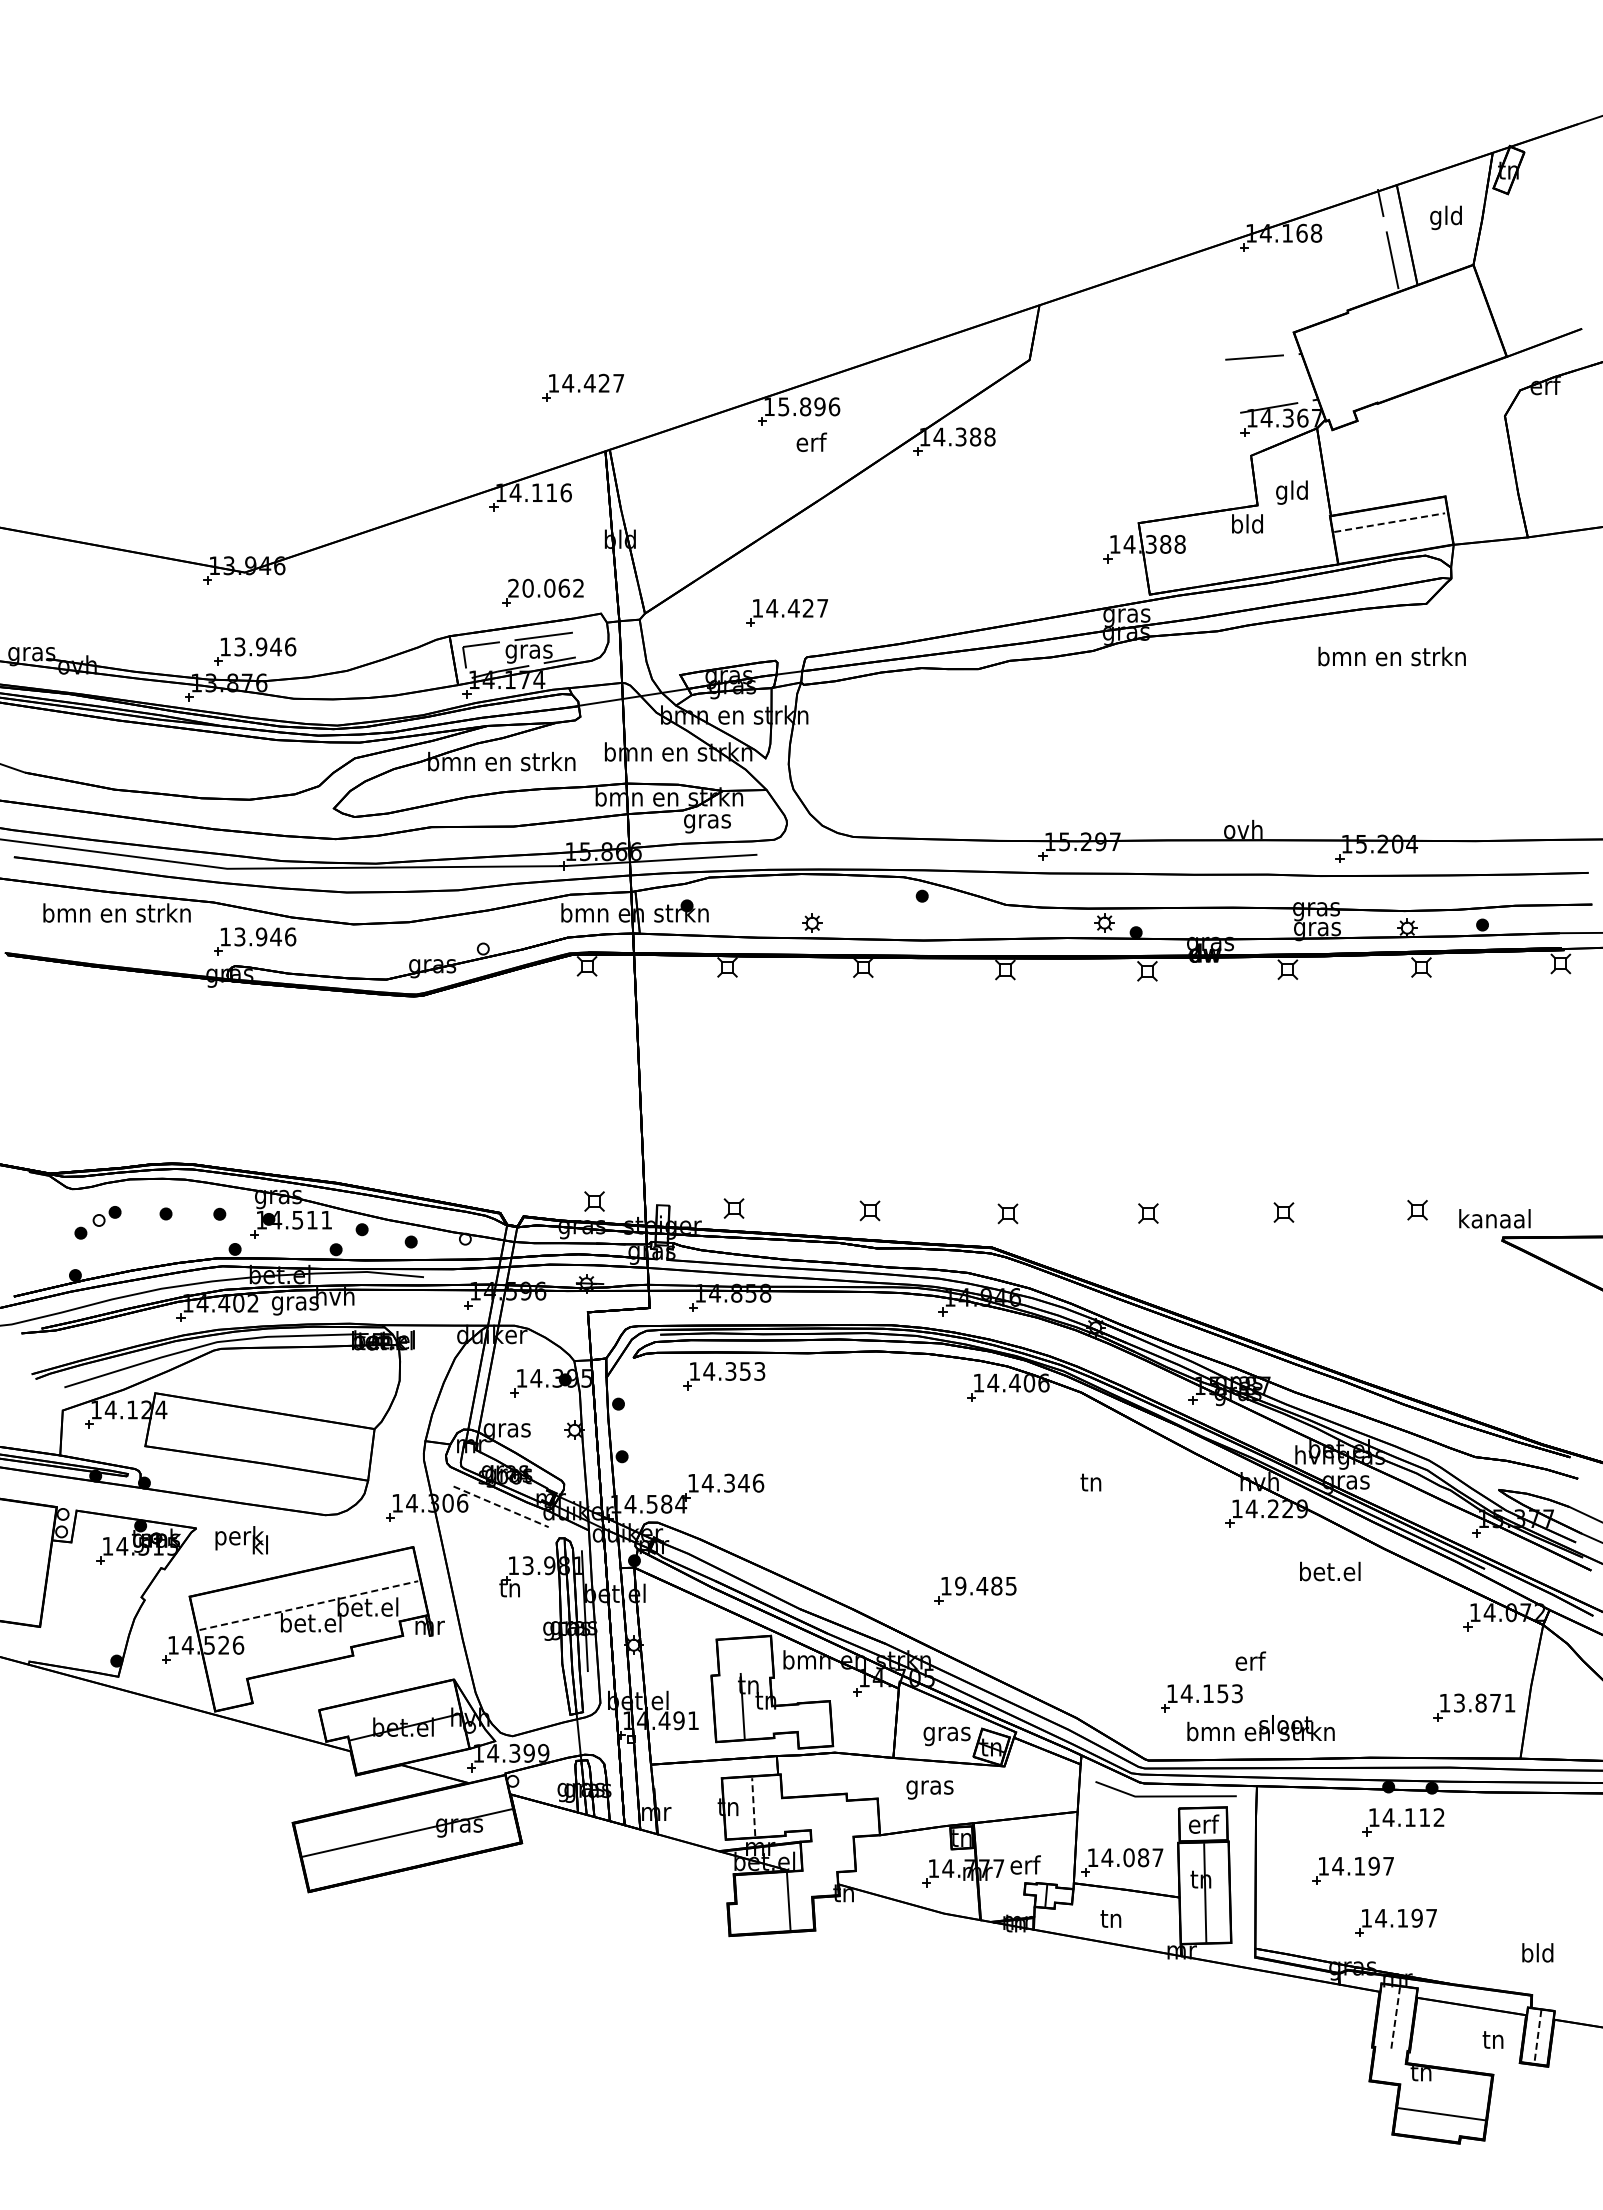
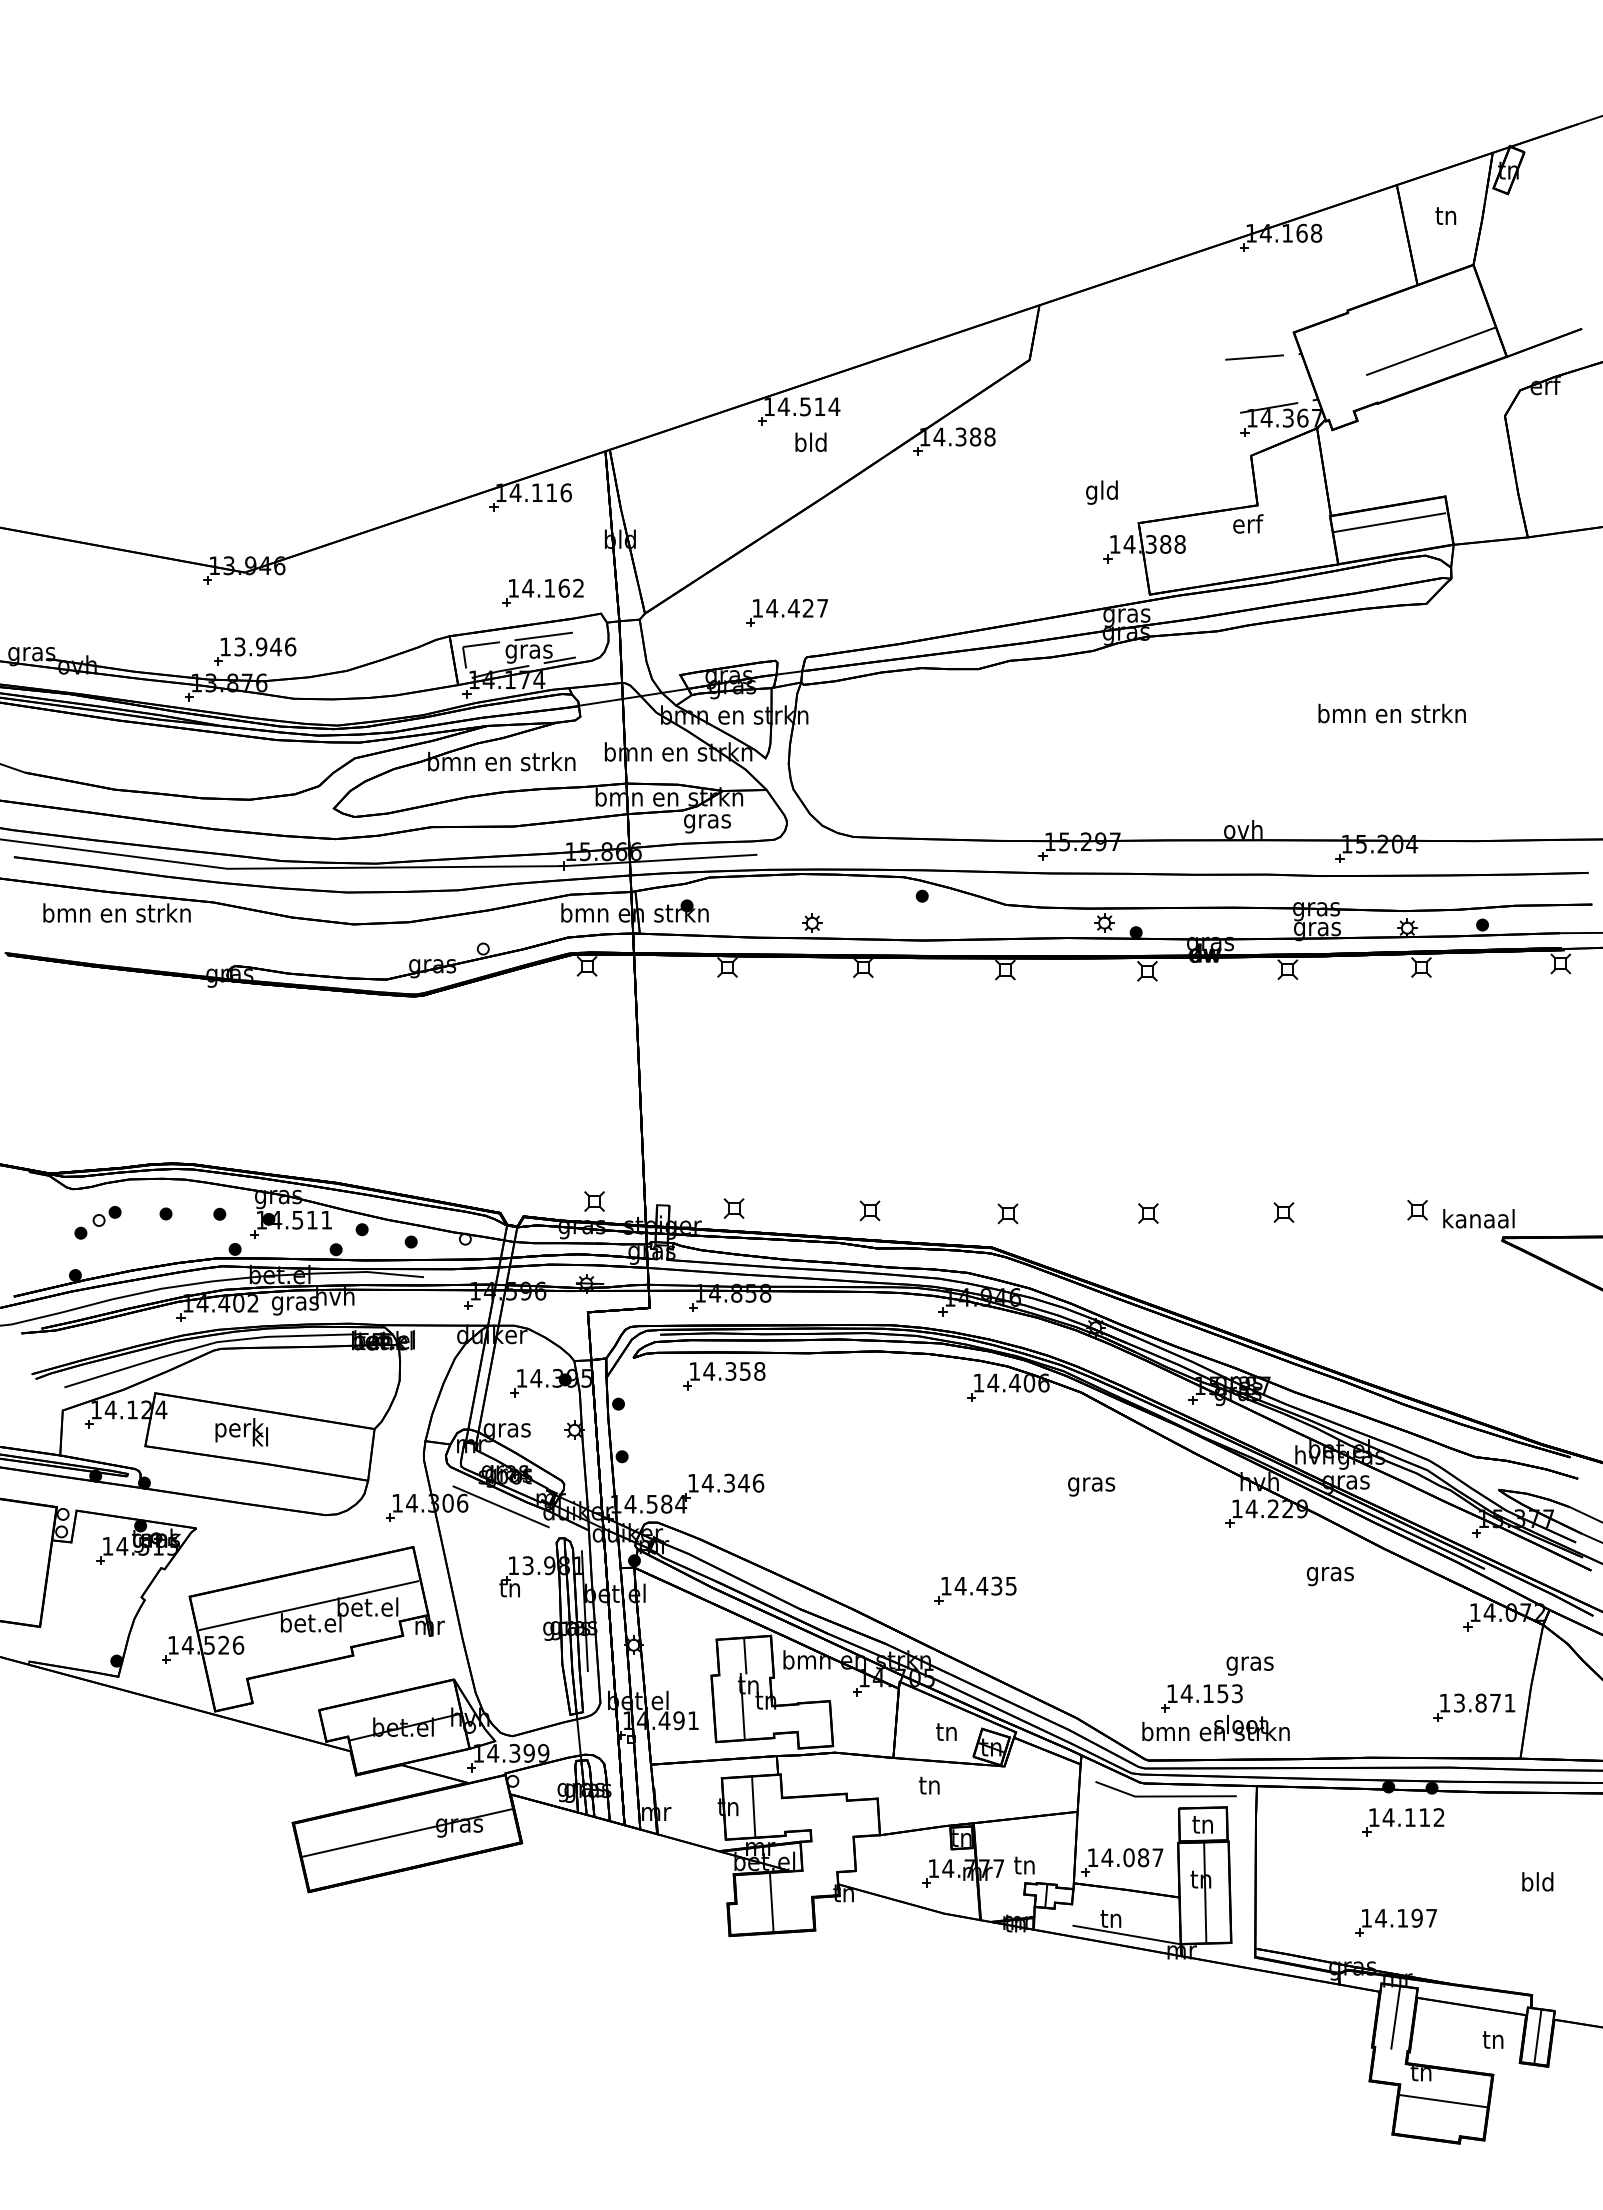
text at (1445, 217): gld -> tn
line at (1387, 239) position: (1387, 239) -> (1406, 235)
line at (1430, 350): none -> present
part at (582, 387): present -> none
text at (808, 406): 15.896 -> 14.514
text at (811, 442): erf -> bld
text at (1291, 492) position: (1291, 492) -> (1101, 492)
line at (1390, 522): dashed -> solid
text at (1247, 523): bld -> erf
text at (531, 587): 20.062 -> 14.162
text at (1391, 656) position: (1391, 656) -> (1391, 713)
part at (255, 941): present -> none
text at (1494, 1218) position: (1494, 1218) -> (1478, 1218)
text at (759, 1371): 14.353 -> 14.358
text at (1091, 1484): tn -> gras
line at (501, 1506): dashed -> solid
text at (241, 1540) position: (241, 1540) -> (241, 1432)
text at (1330, 1573): bet.el -> gras
text at (978, 1585): 19.485 -> 14.435
line at (309, 1605): dashed -> solid
line at (745, 1656): none -> present
text at (1249, 1663): erf -> gras
text at (1260, 1728) position: (1260, 1728) -> (1215, 1728)
text at (946, 1734): gras -> tn
text at (929, 1787): gras -> tn
line at (753, 1806): dashed -> solid
text at (1204, 1823): erf -> tn
text at (1025, 1864): erf -> tn
part at (1352, 1870): present -> none
line at (788, 1901) position: (788, 1901) -> (771, 1902)
line at (1126, 1934): none -> present
text at (1537, 1952) position: (1537, 1952) -> (1537, 1881)
line at (1395, 2018): dashed -> solid
line at (1537, 2036): dashed -> solid
line at (1441, 2114) position: (1441, 2114) -> (1443, 2101)
